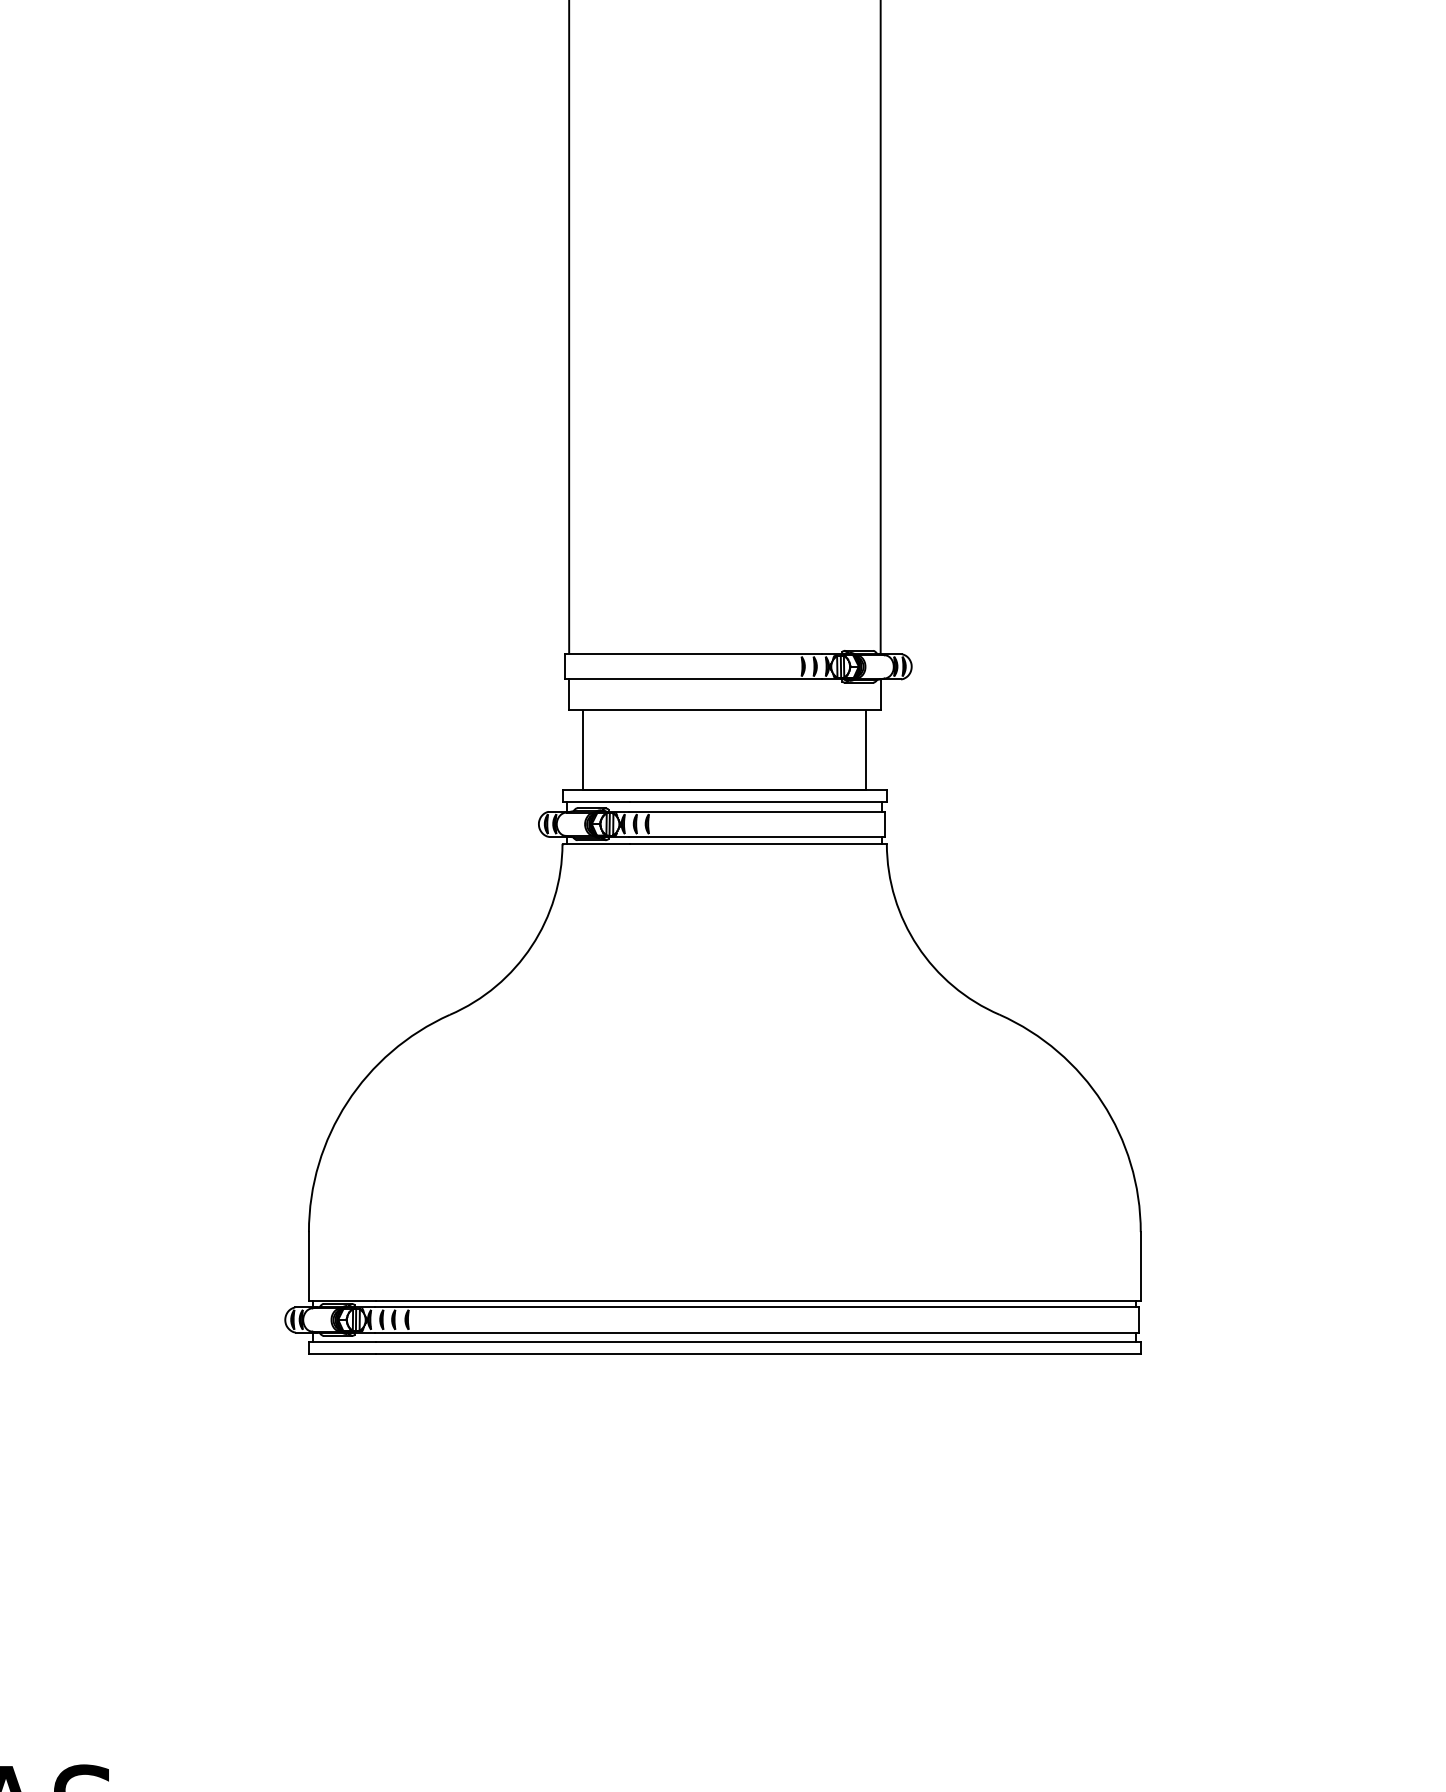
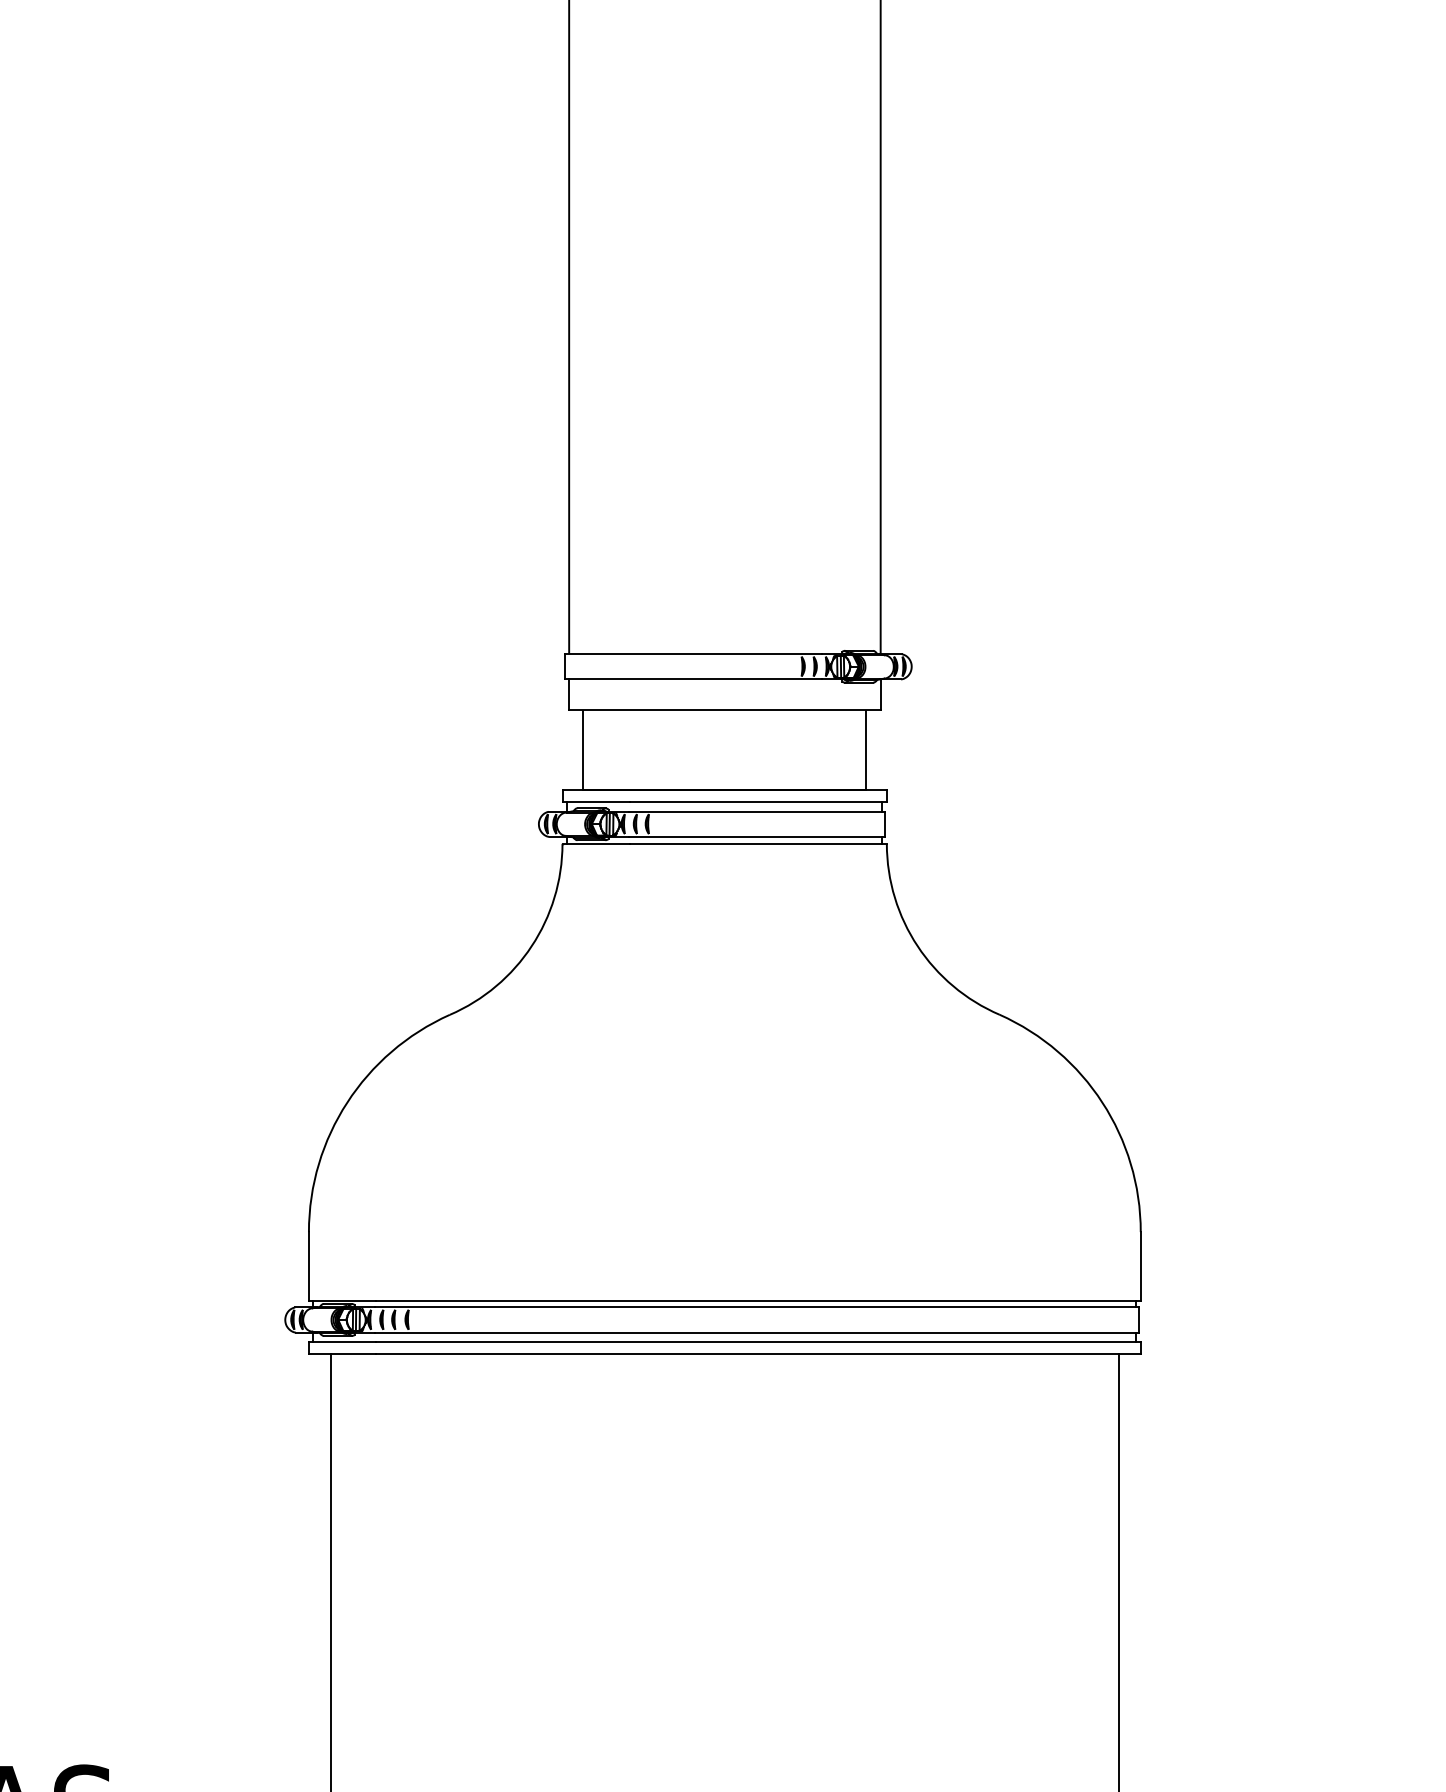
line at (330, 1570): none -> present
line at (1118, 1570): none -> present
